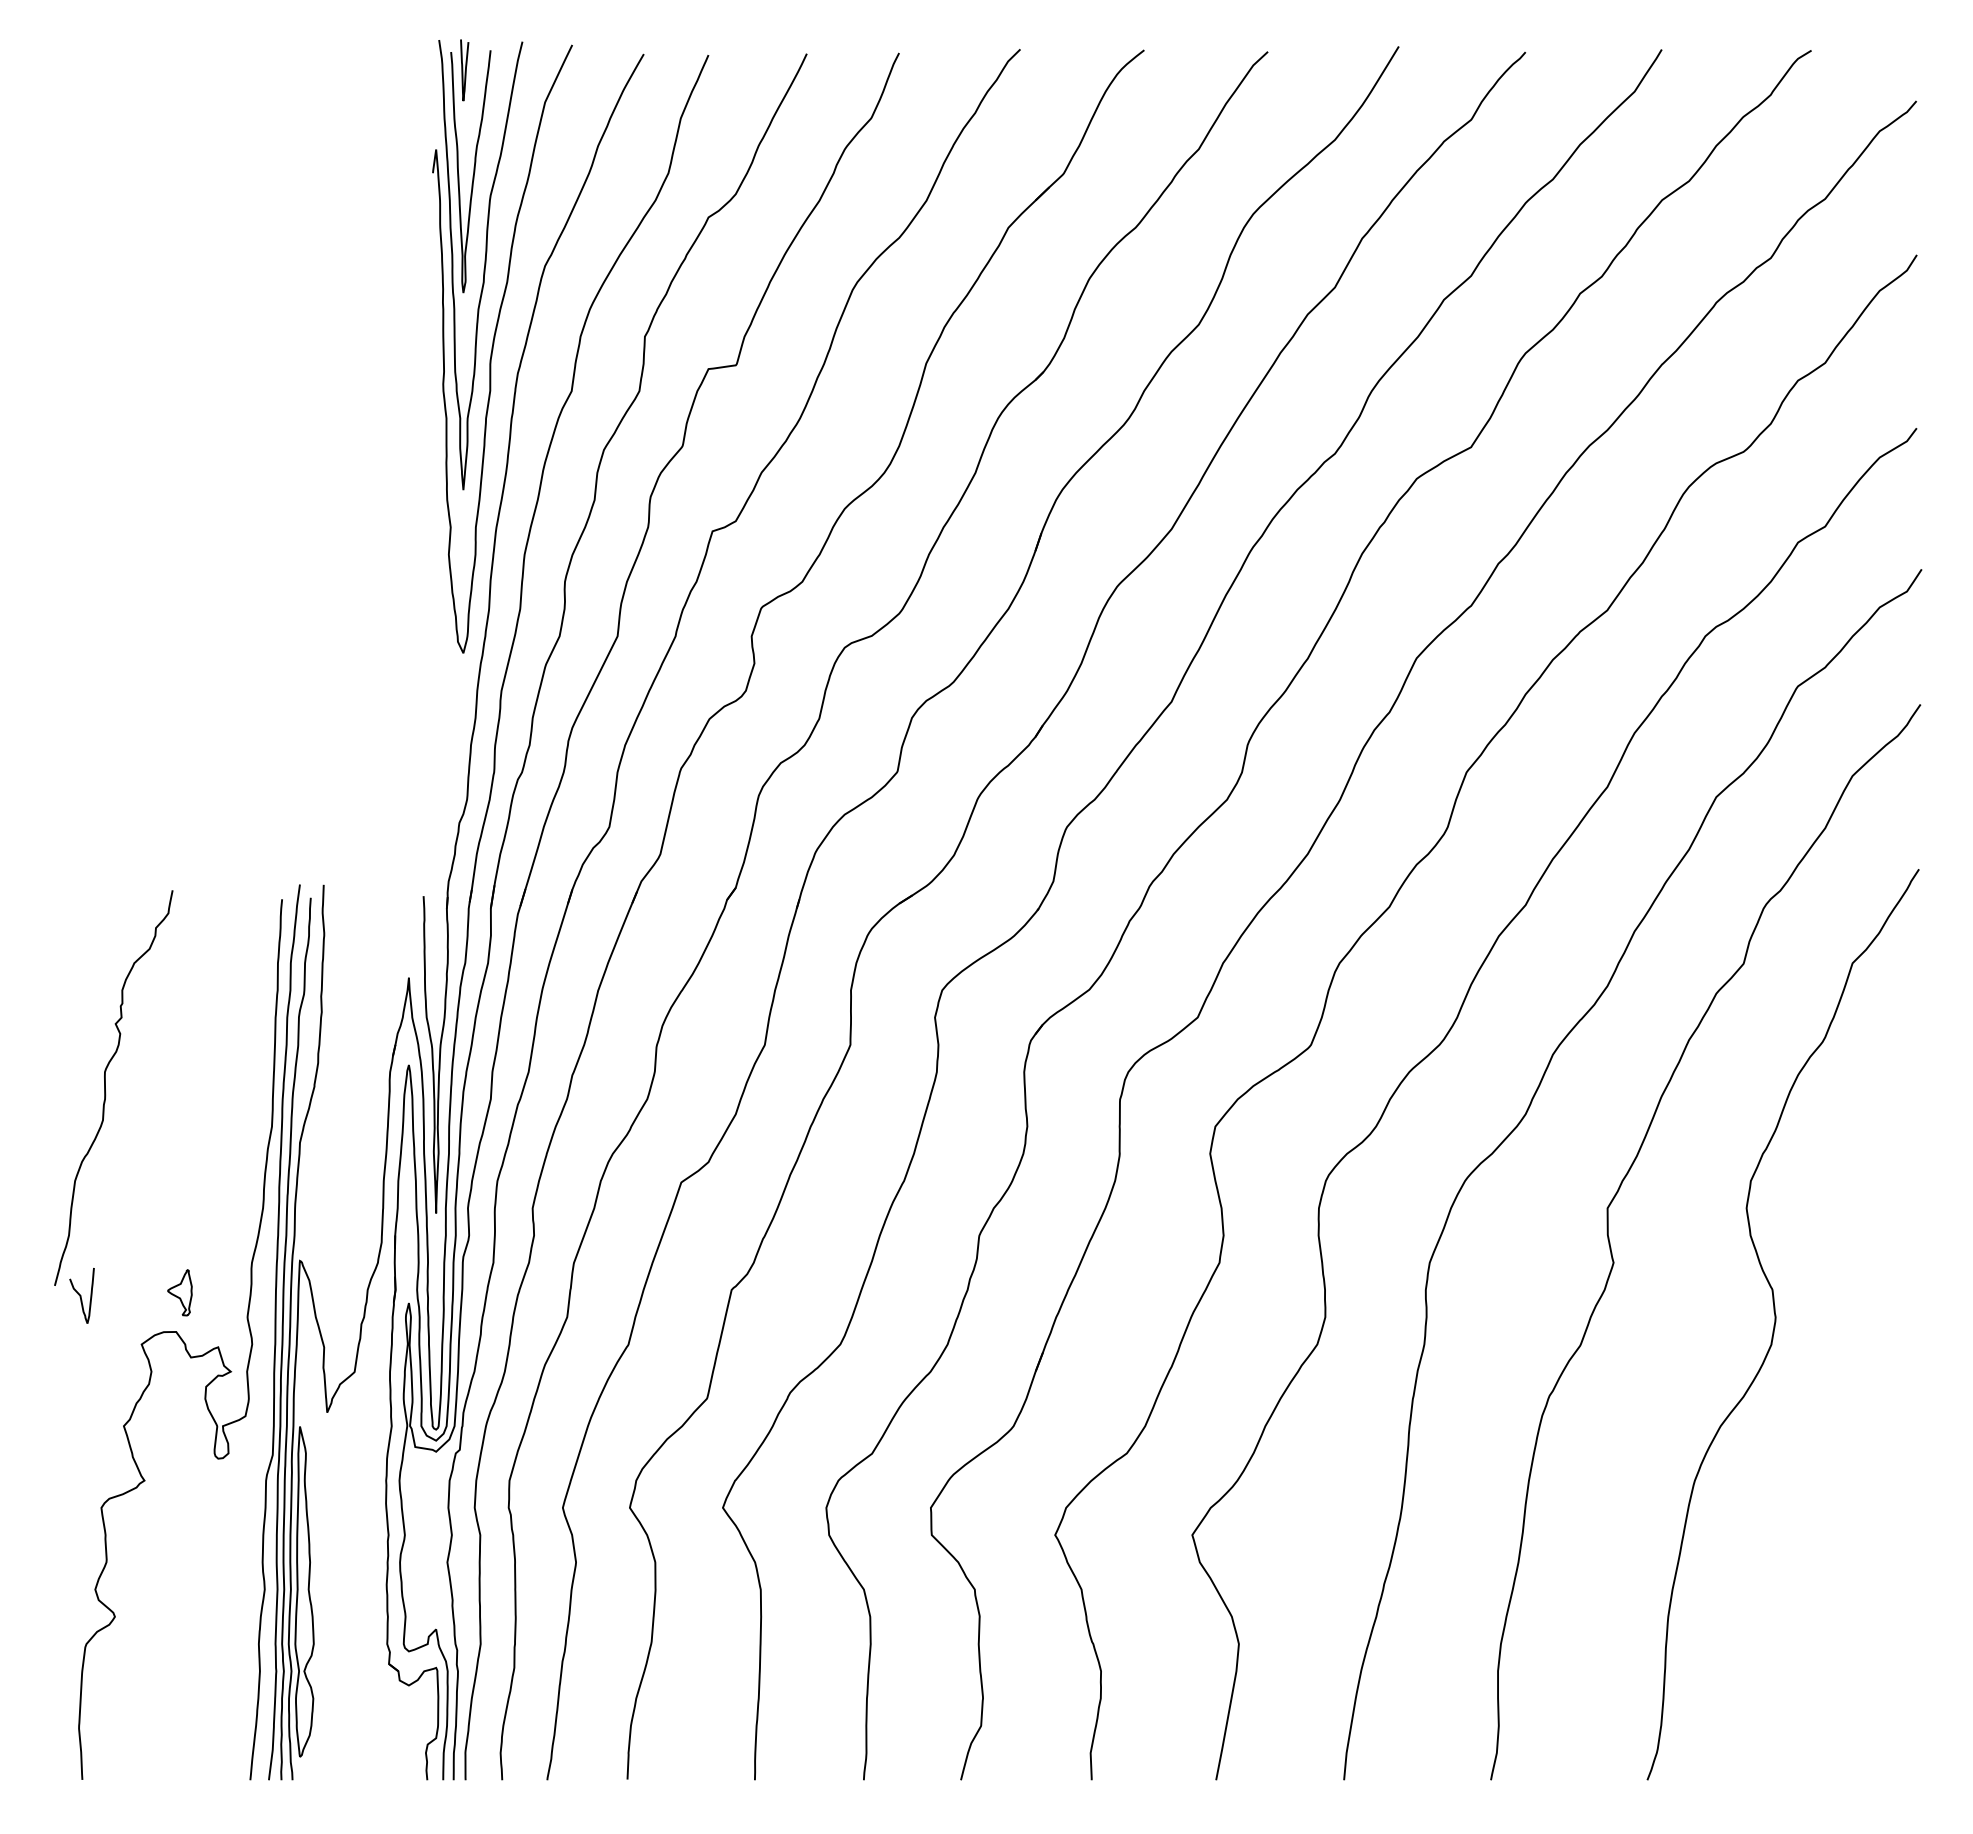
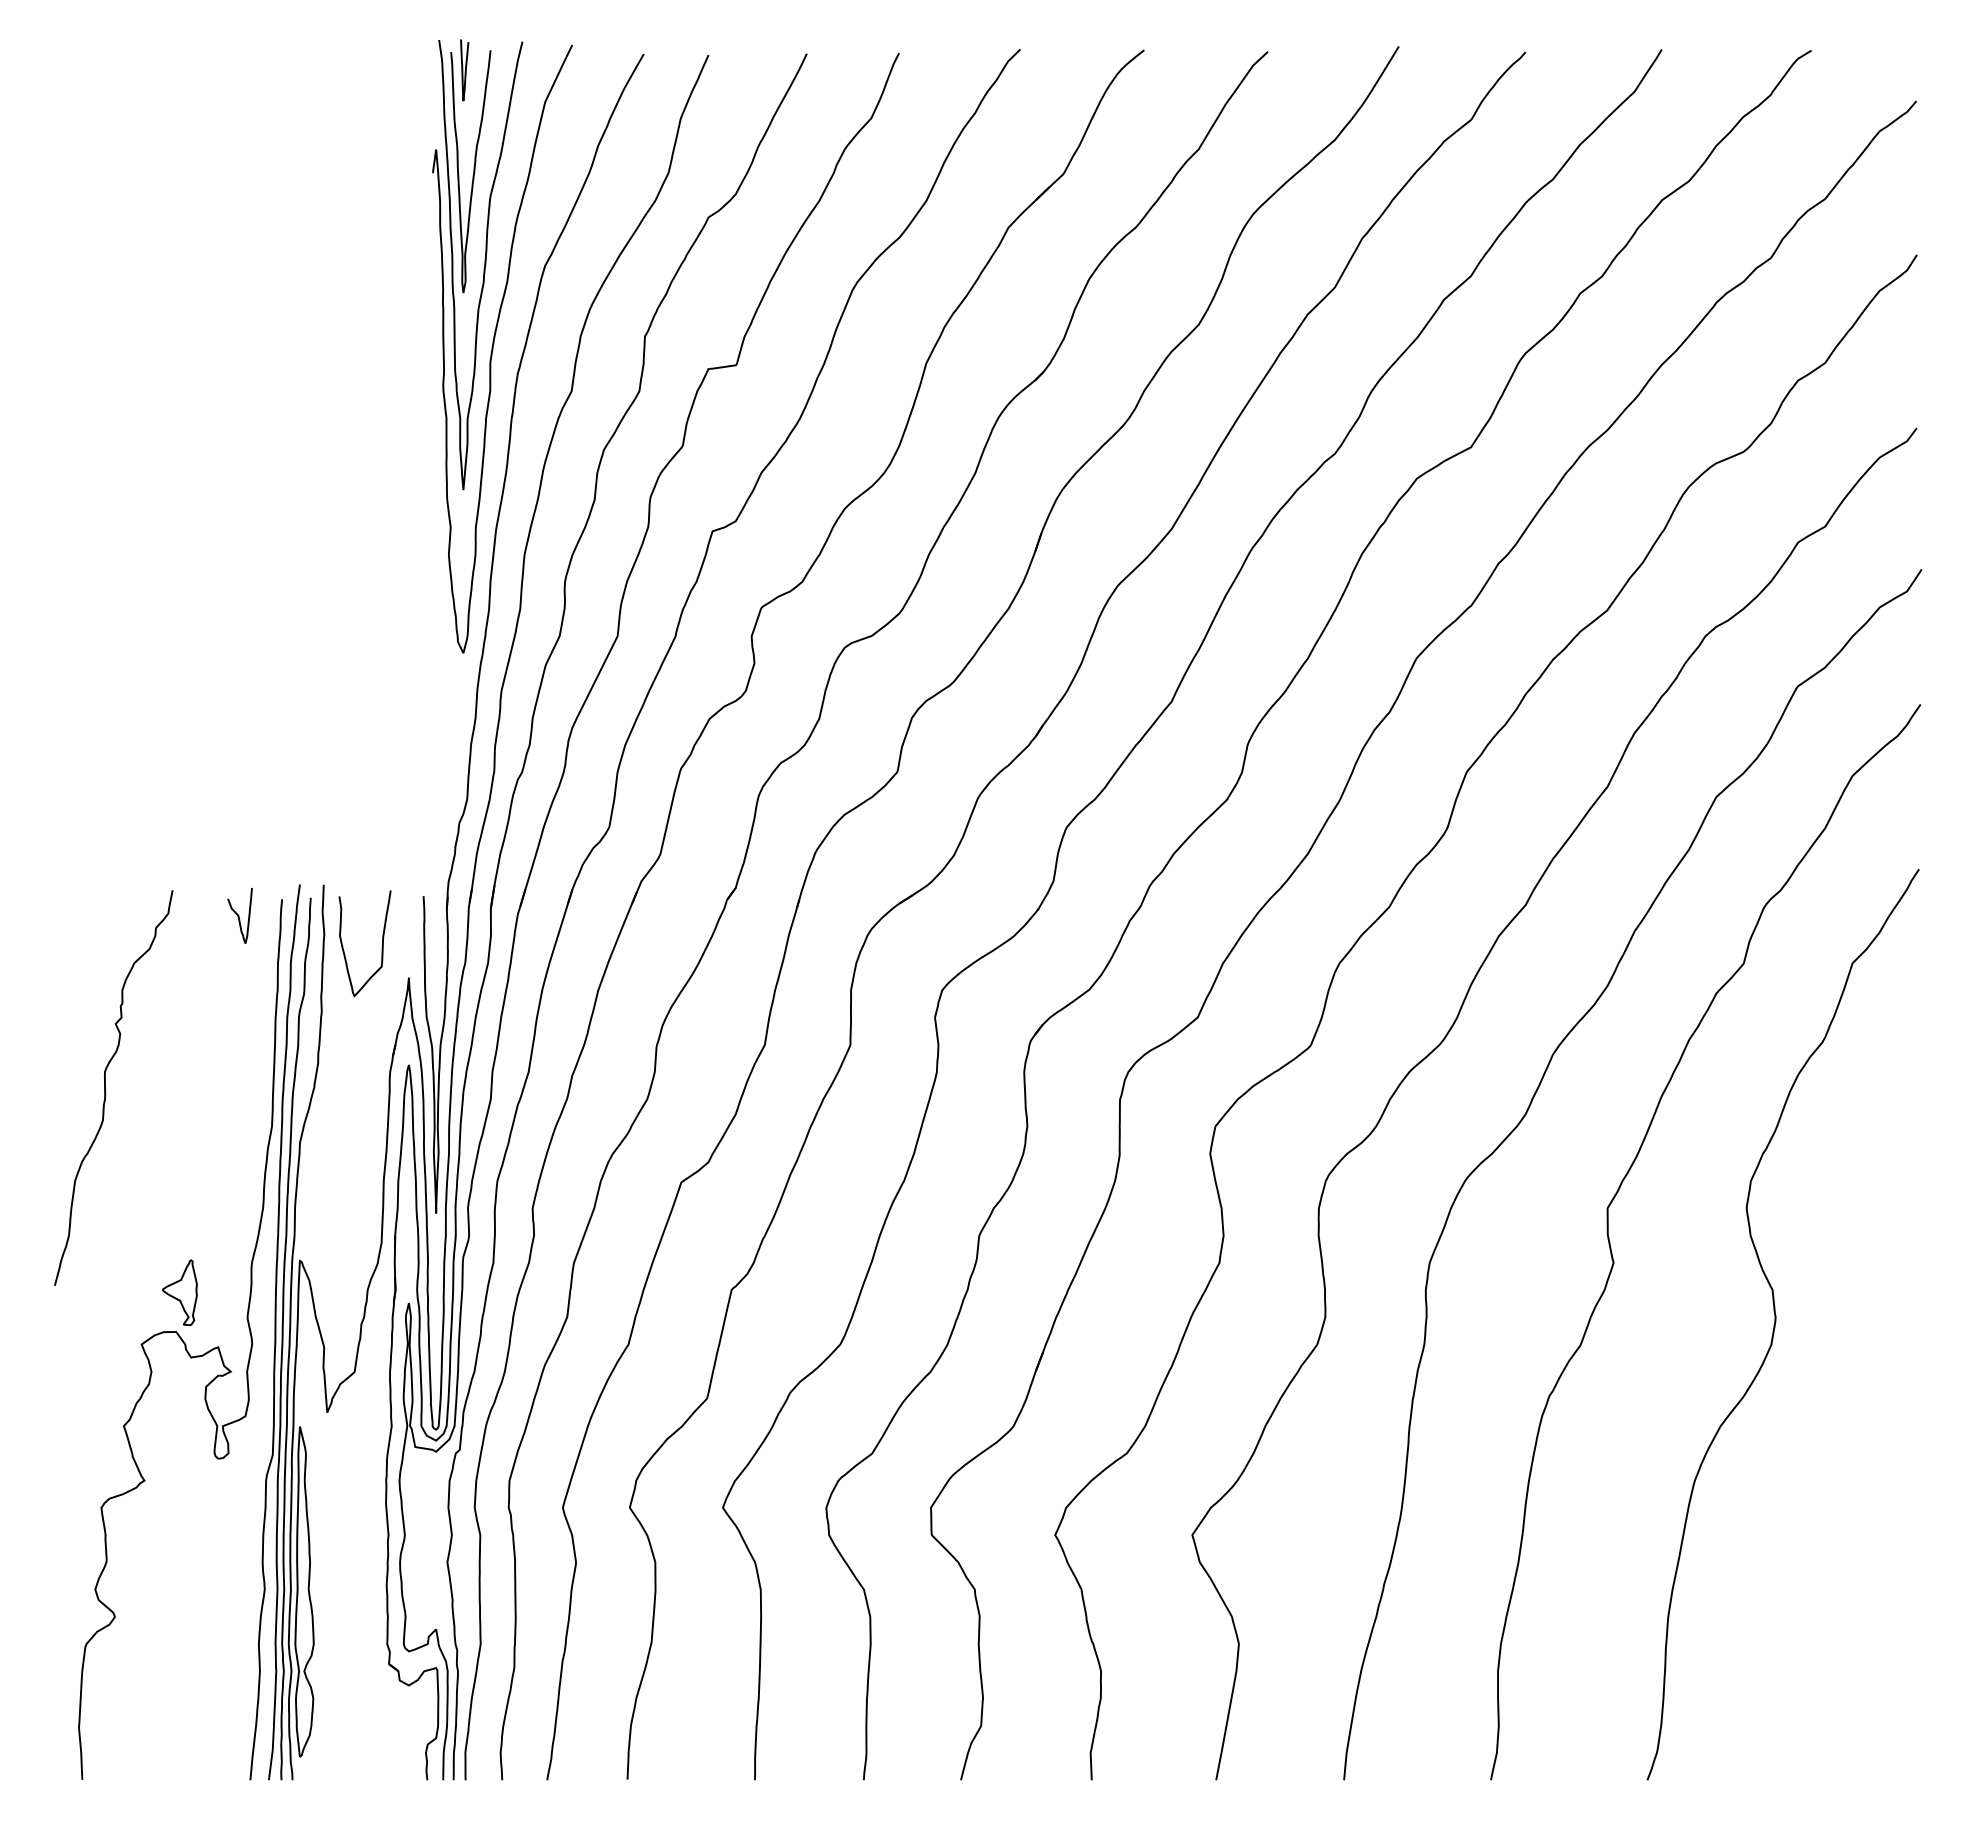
curve at (381, 946): none -> present
part at (179, 1292) size: 26x48 px -> 36x68 px
curve at (81, 1295) position: (81, 1295) -> (239, 915)
